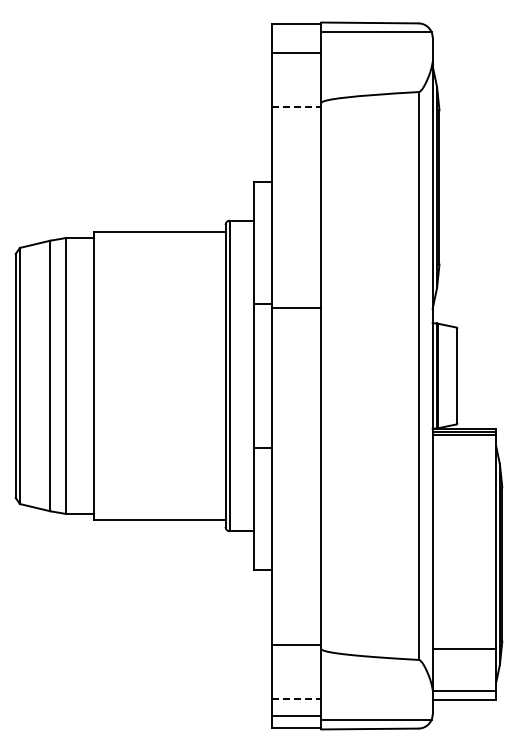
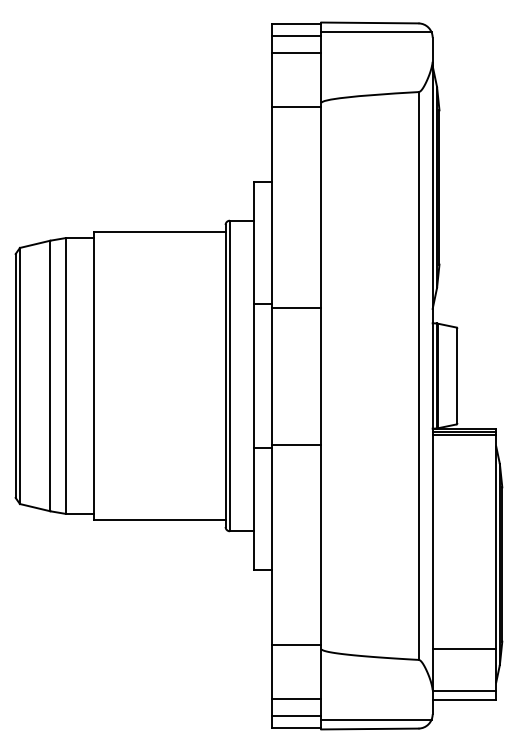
line at (296, 35): none -> present
line at (296, 107): dashed -> solid
line at (296, 444): none -> present
line at (296, 699): dashed -> solid
